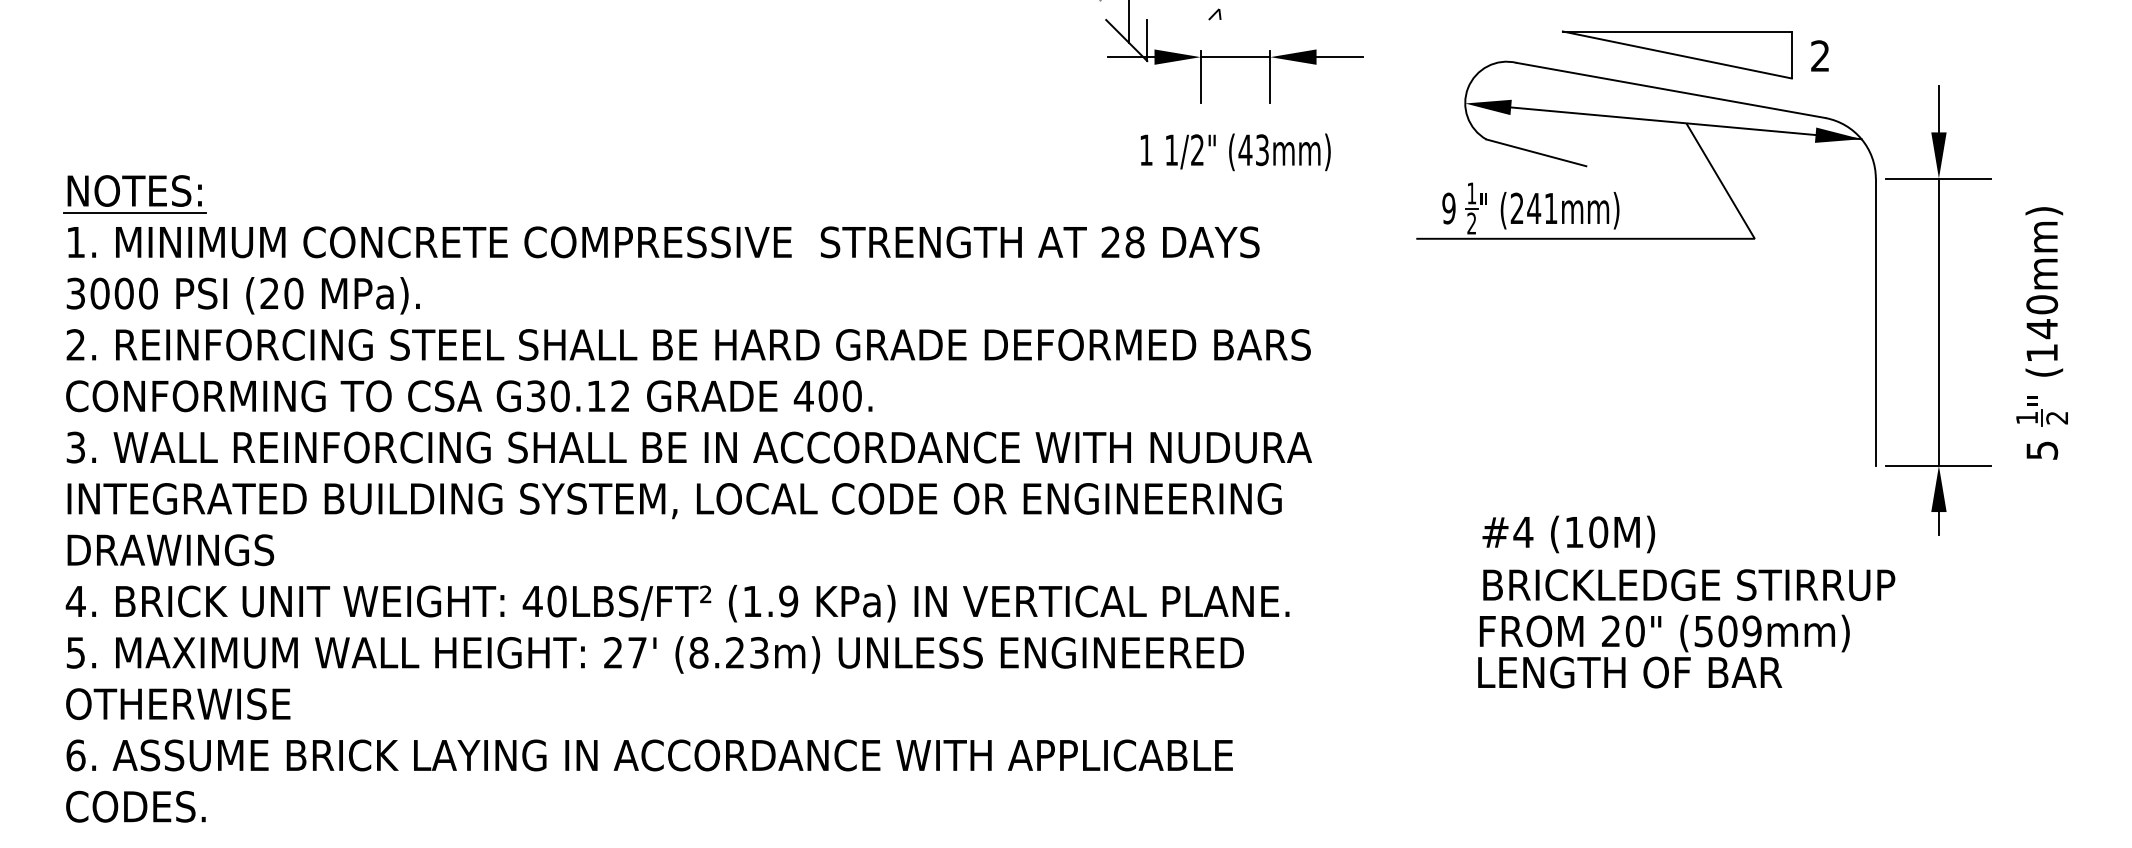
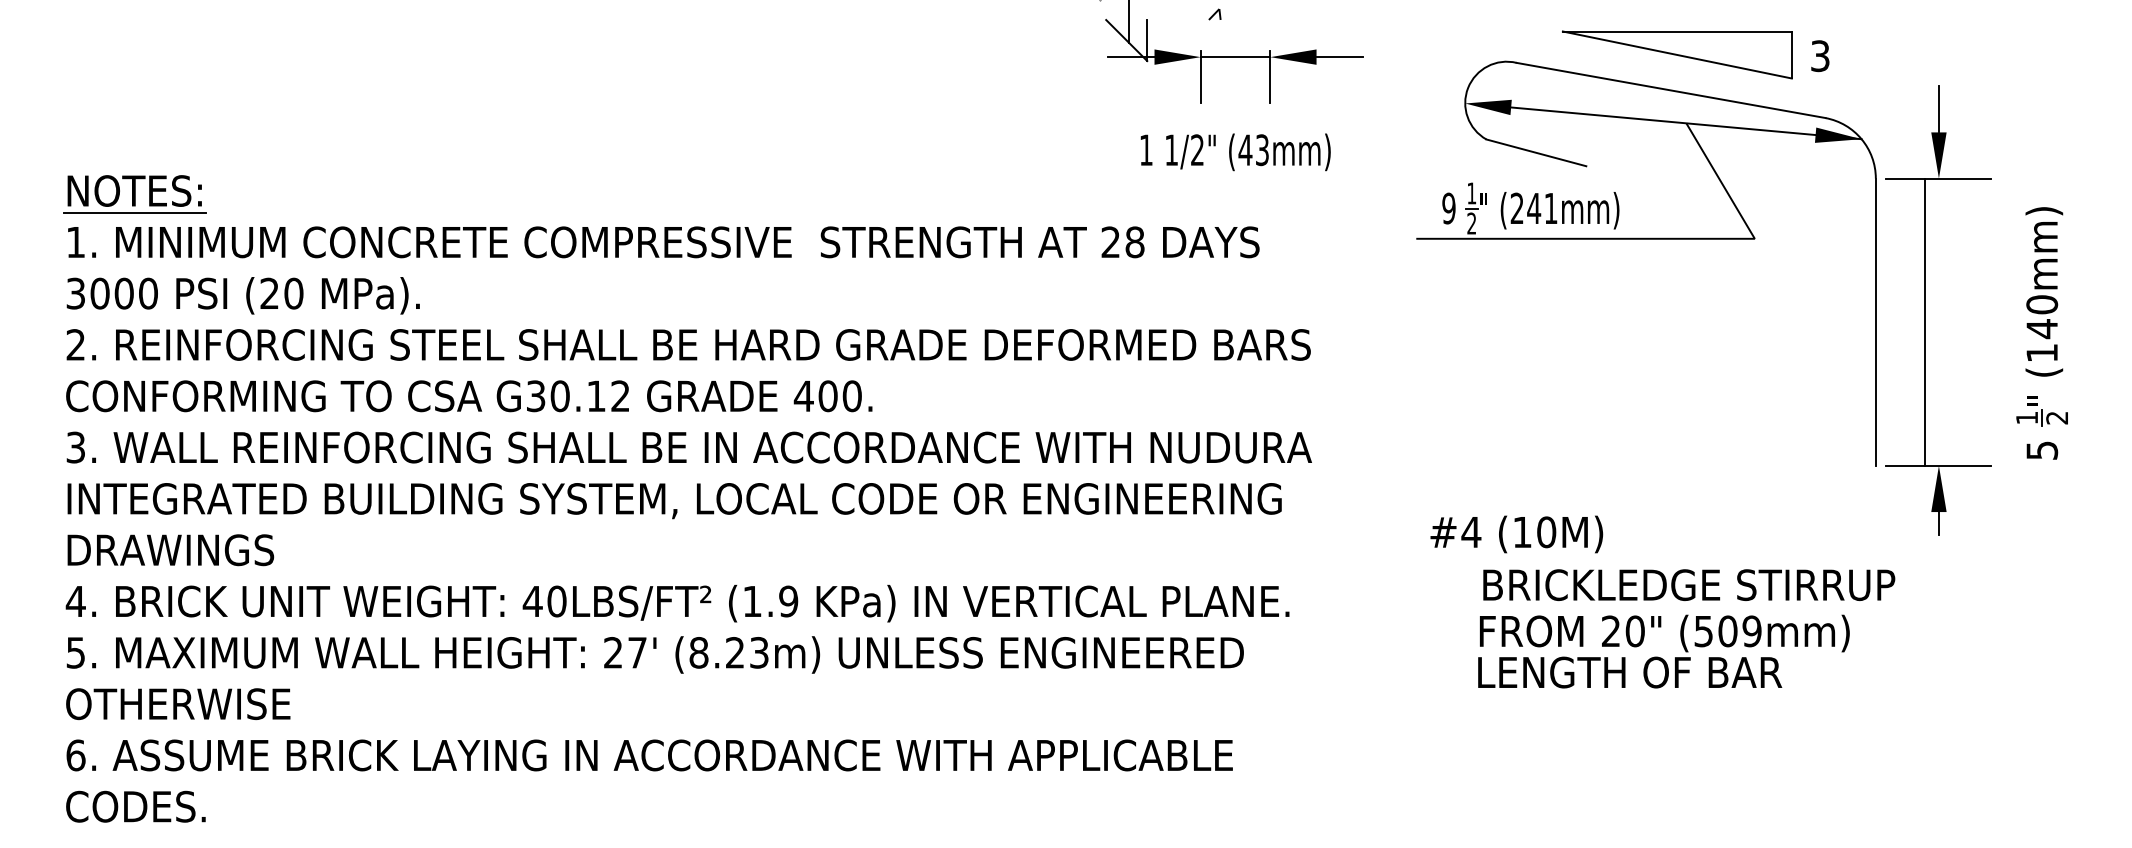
text at (1820, 56): 2 -> 3
line at (1938, 321) position: (1938, 321) -> (1924, 321)
text at (1568, 534) position: (1568, 534) -> (1516, 534)
